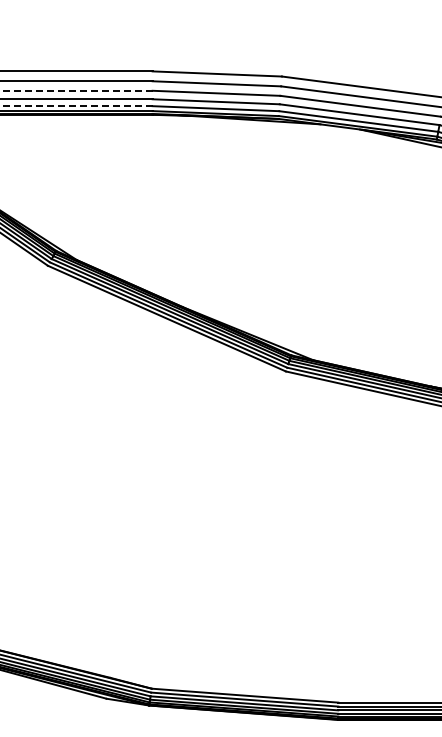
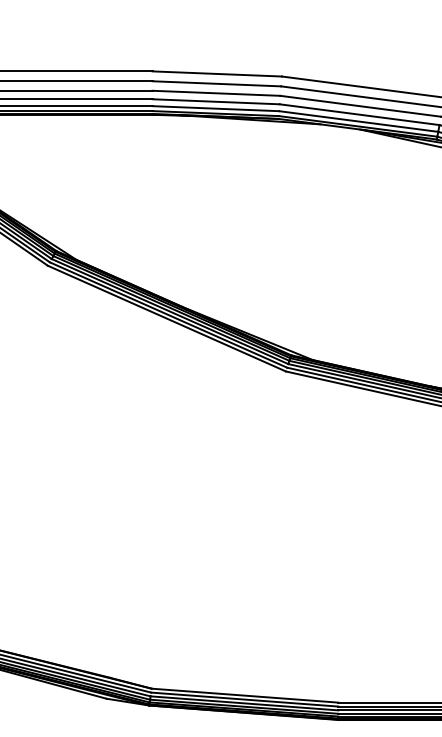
line at (76, 90): dashed -> solid
line at (76, 106): dashed -> solid
